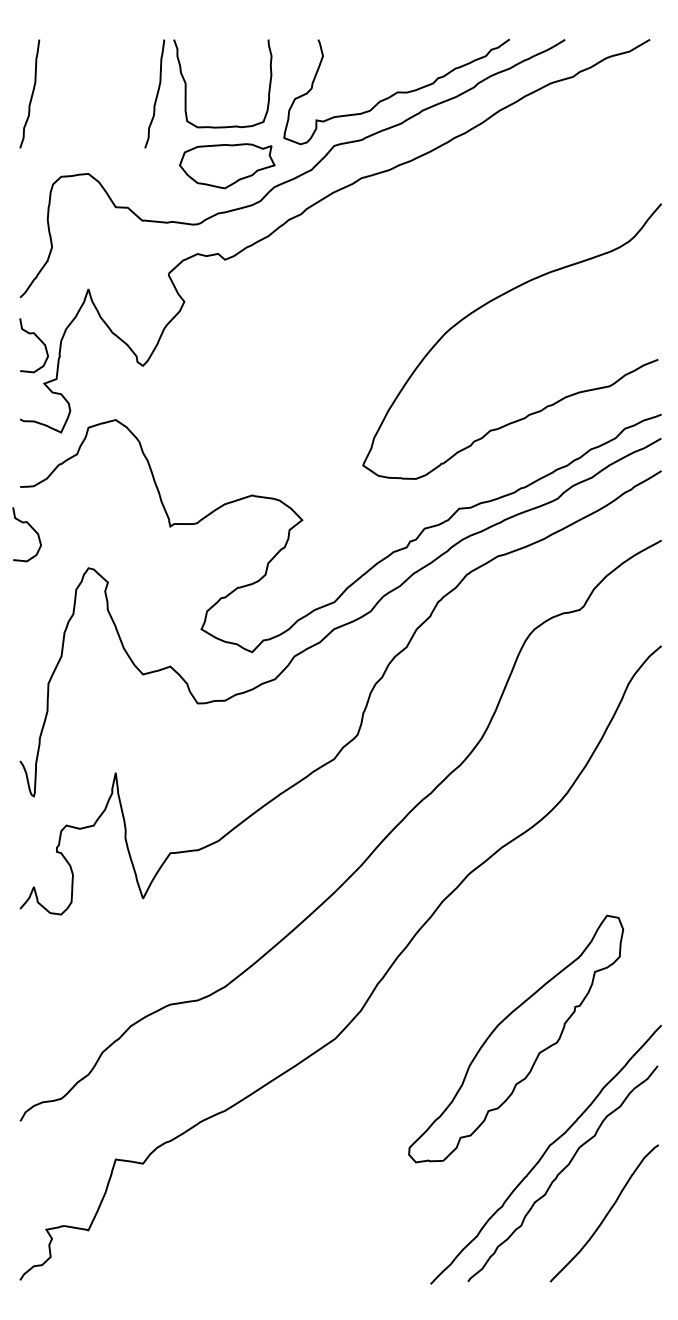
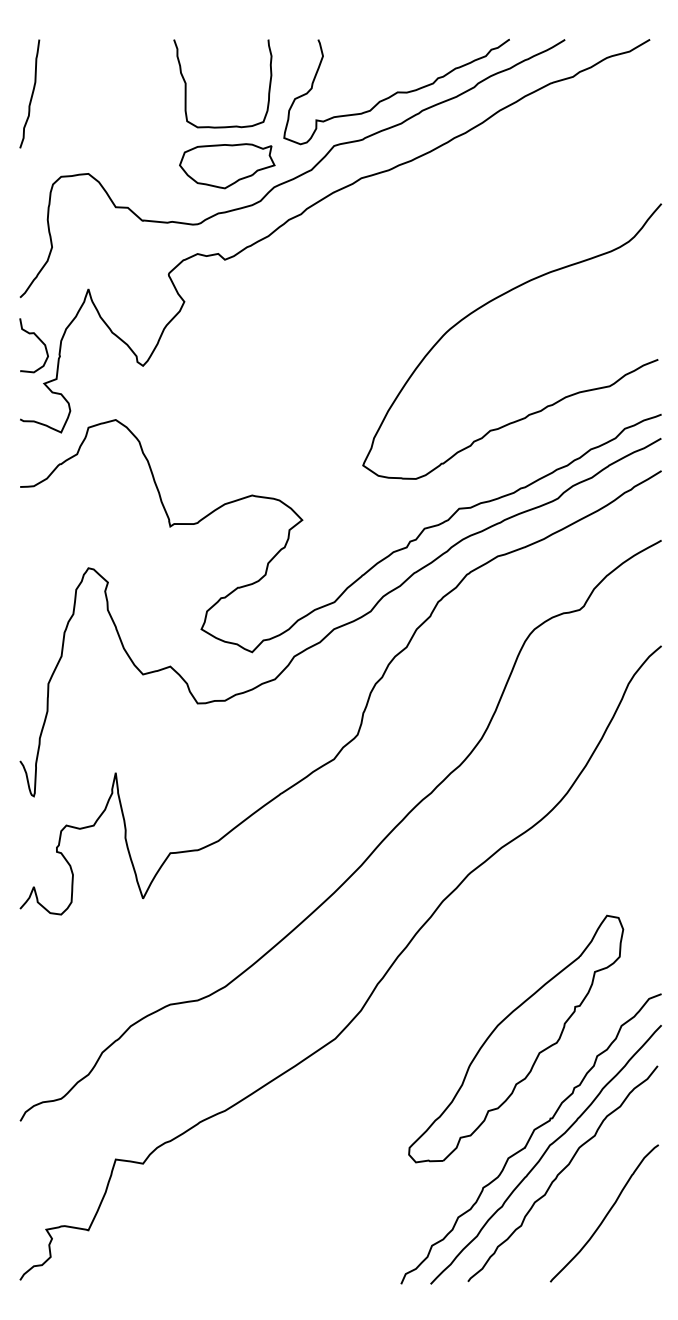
curve at (156, 93): present -> none
curve at (31, 528): present -> none
curve at (530, 1138): none -> present
